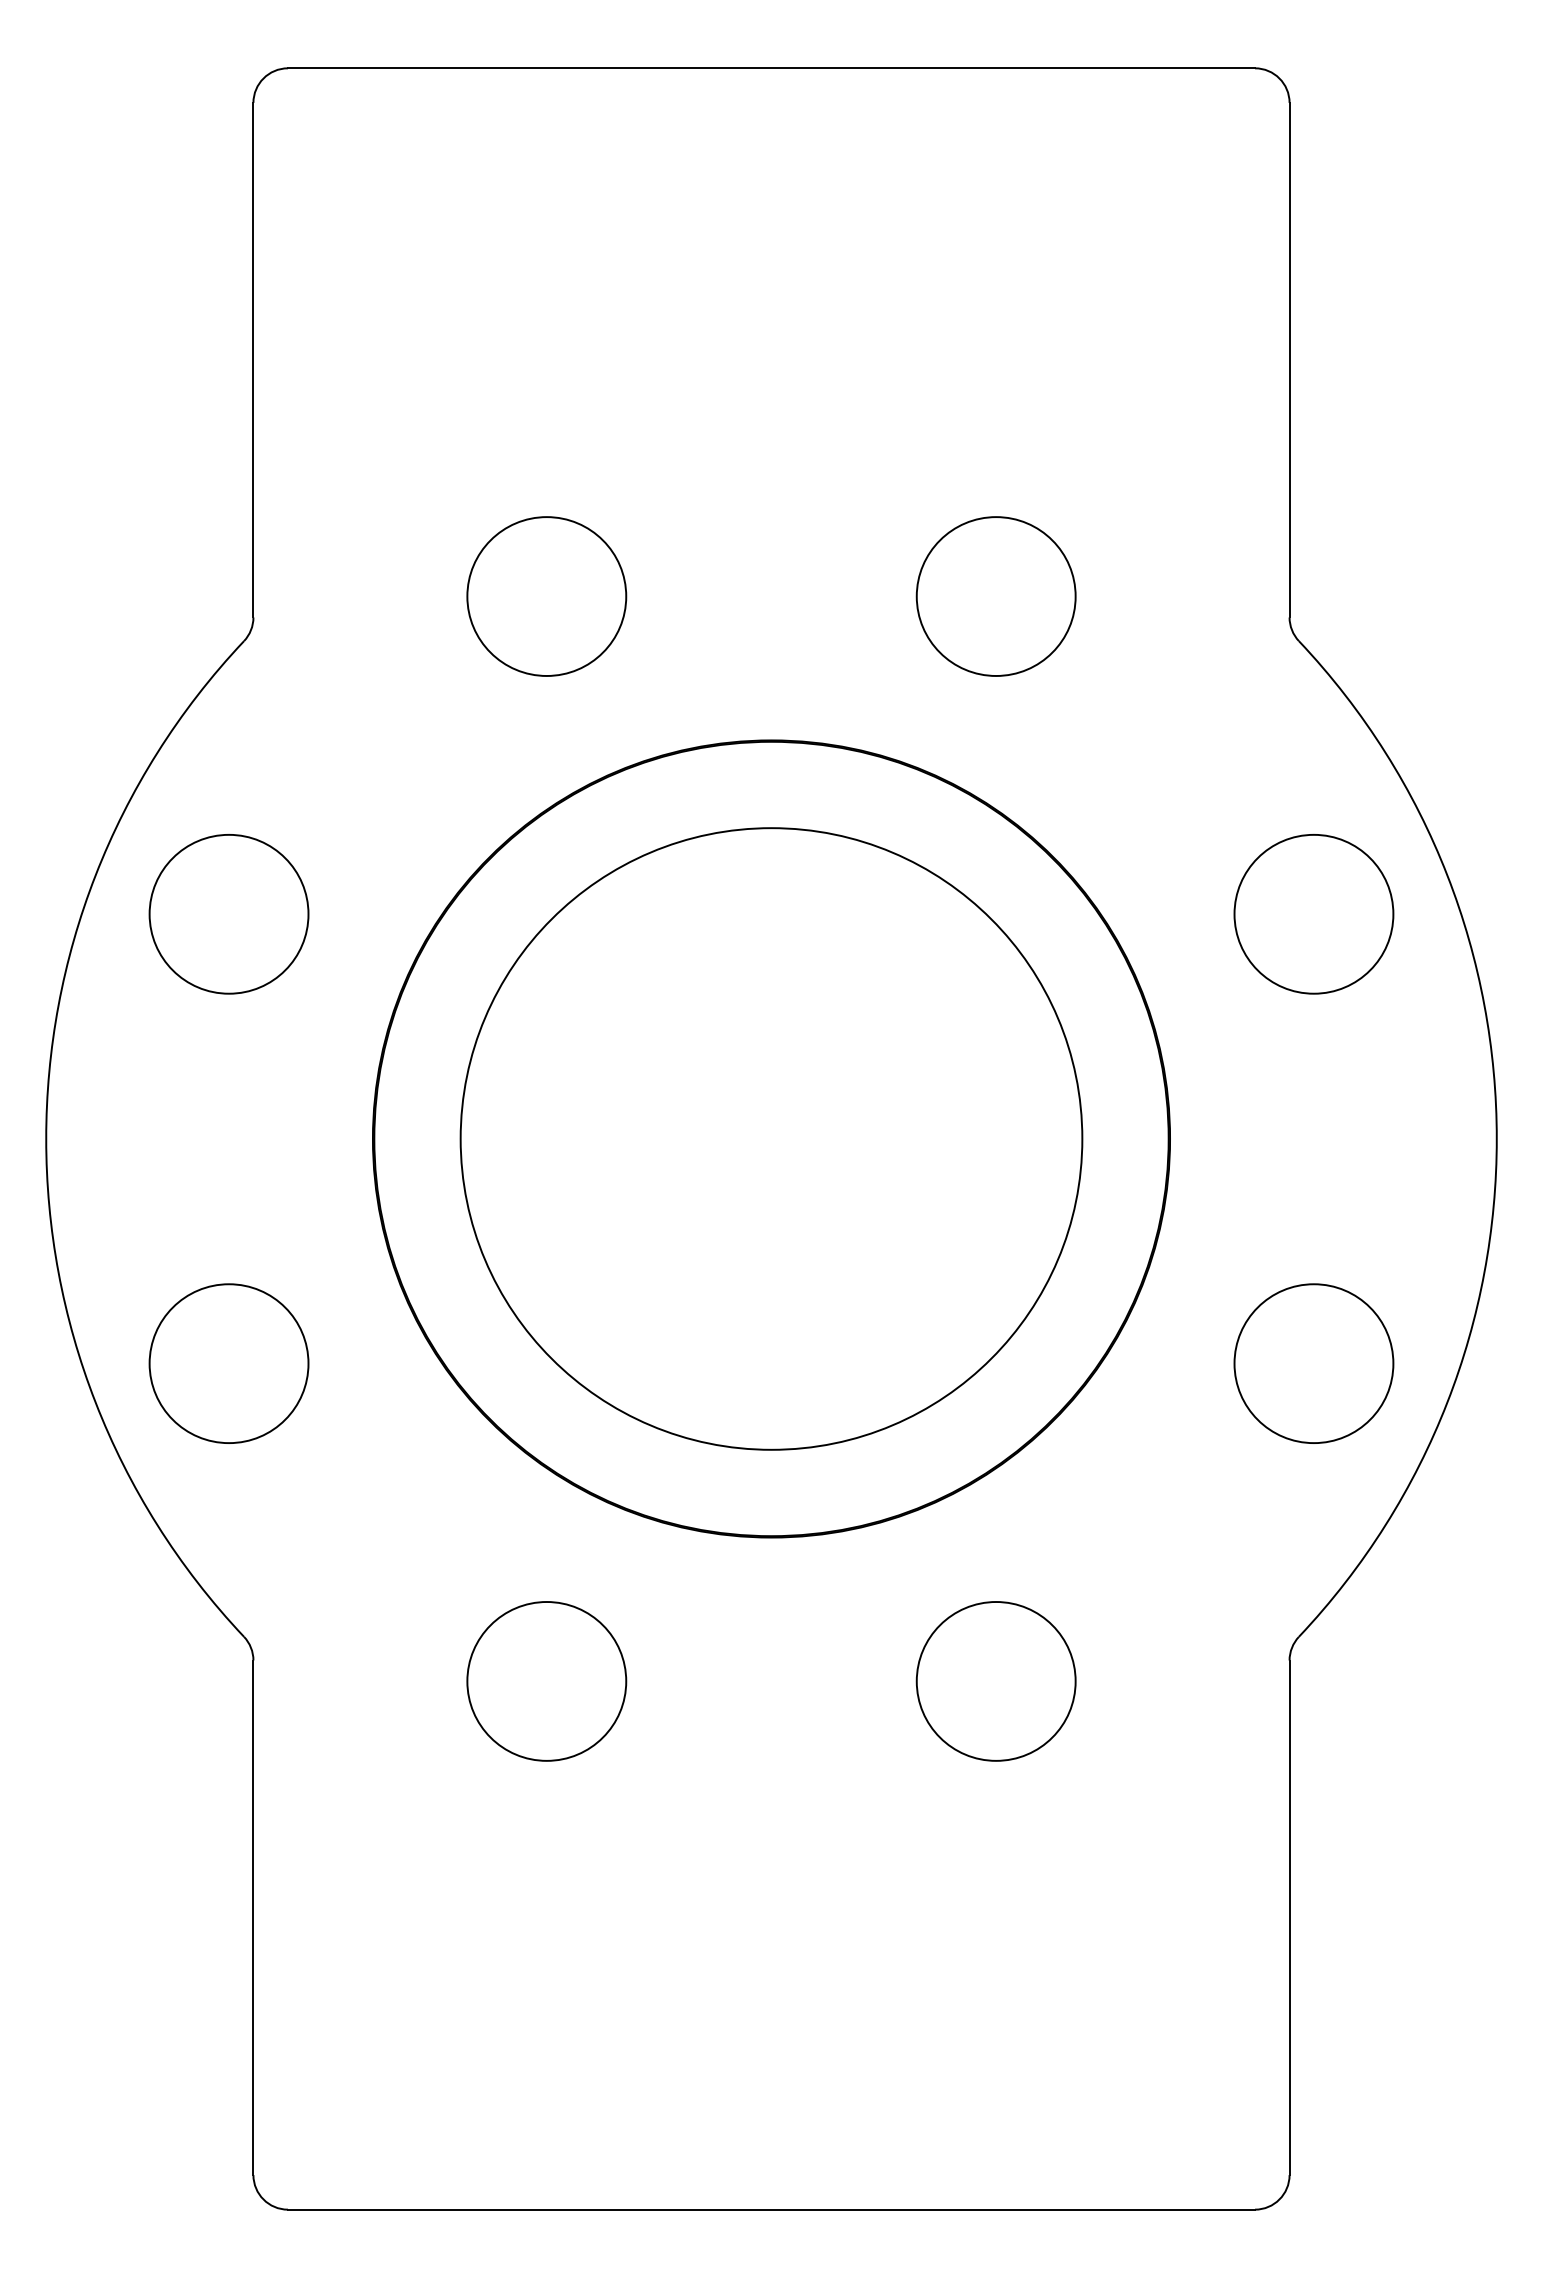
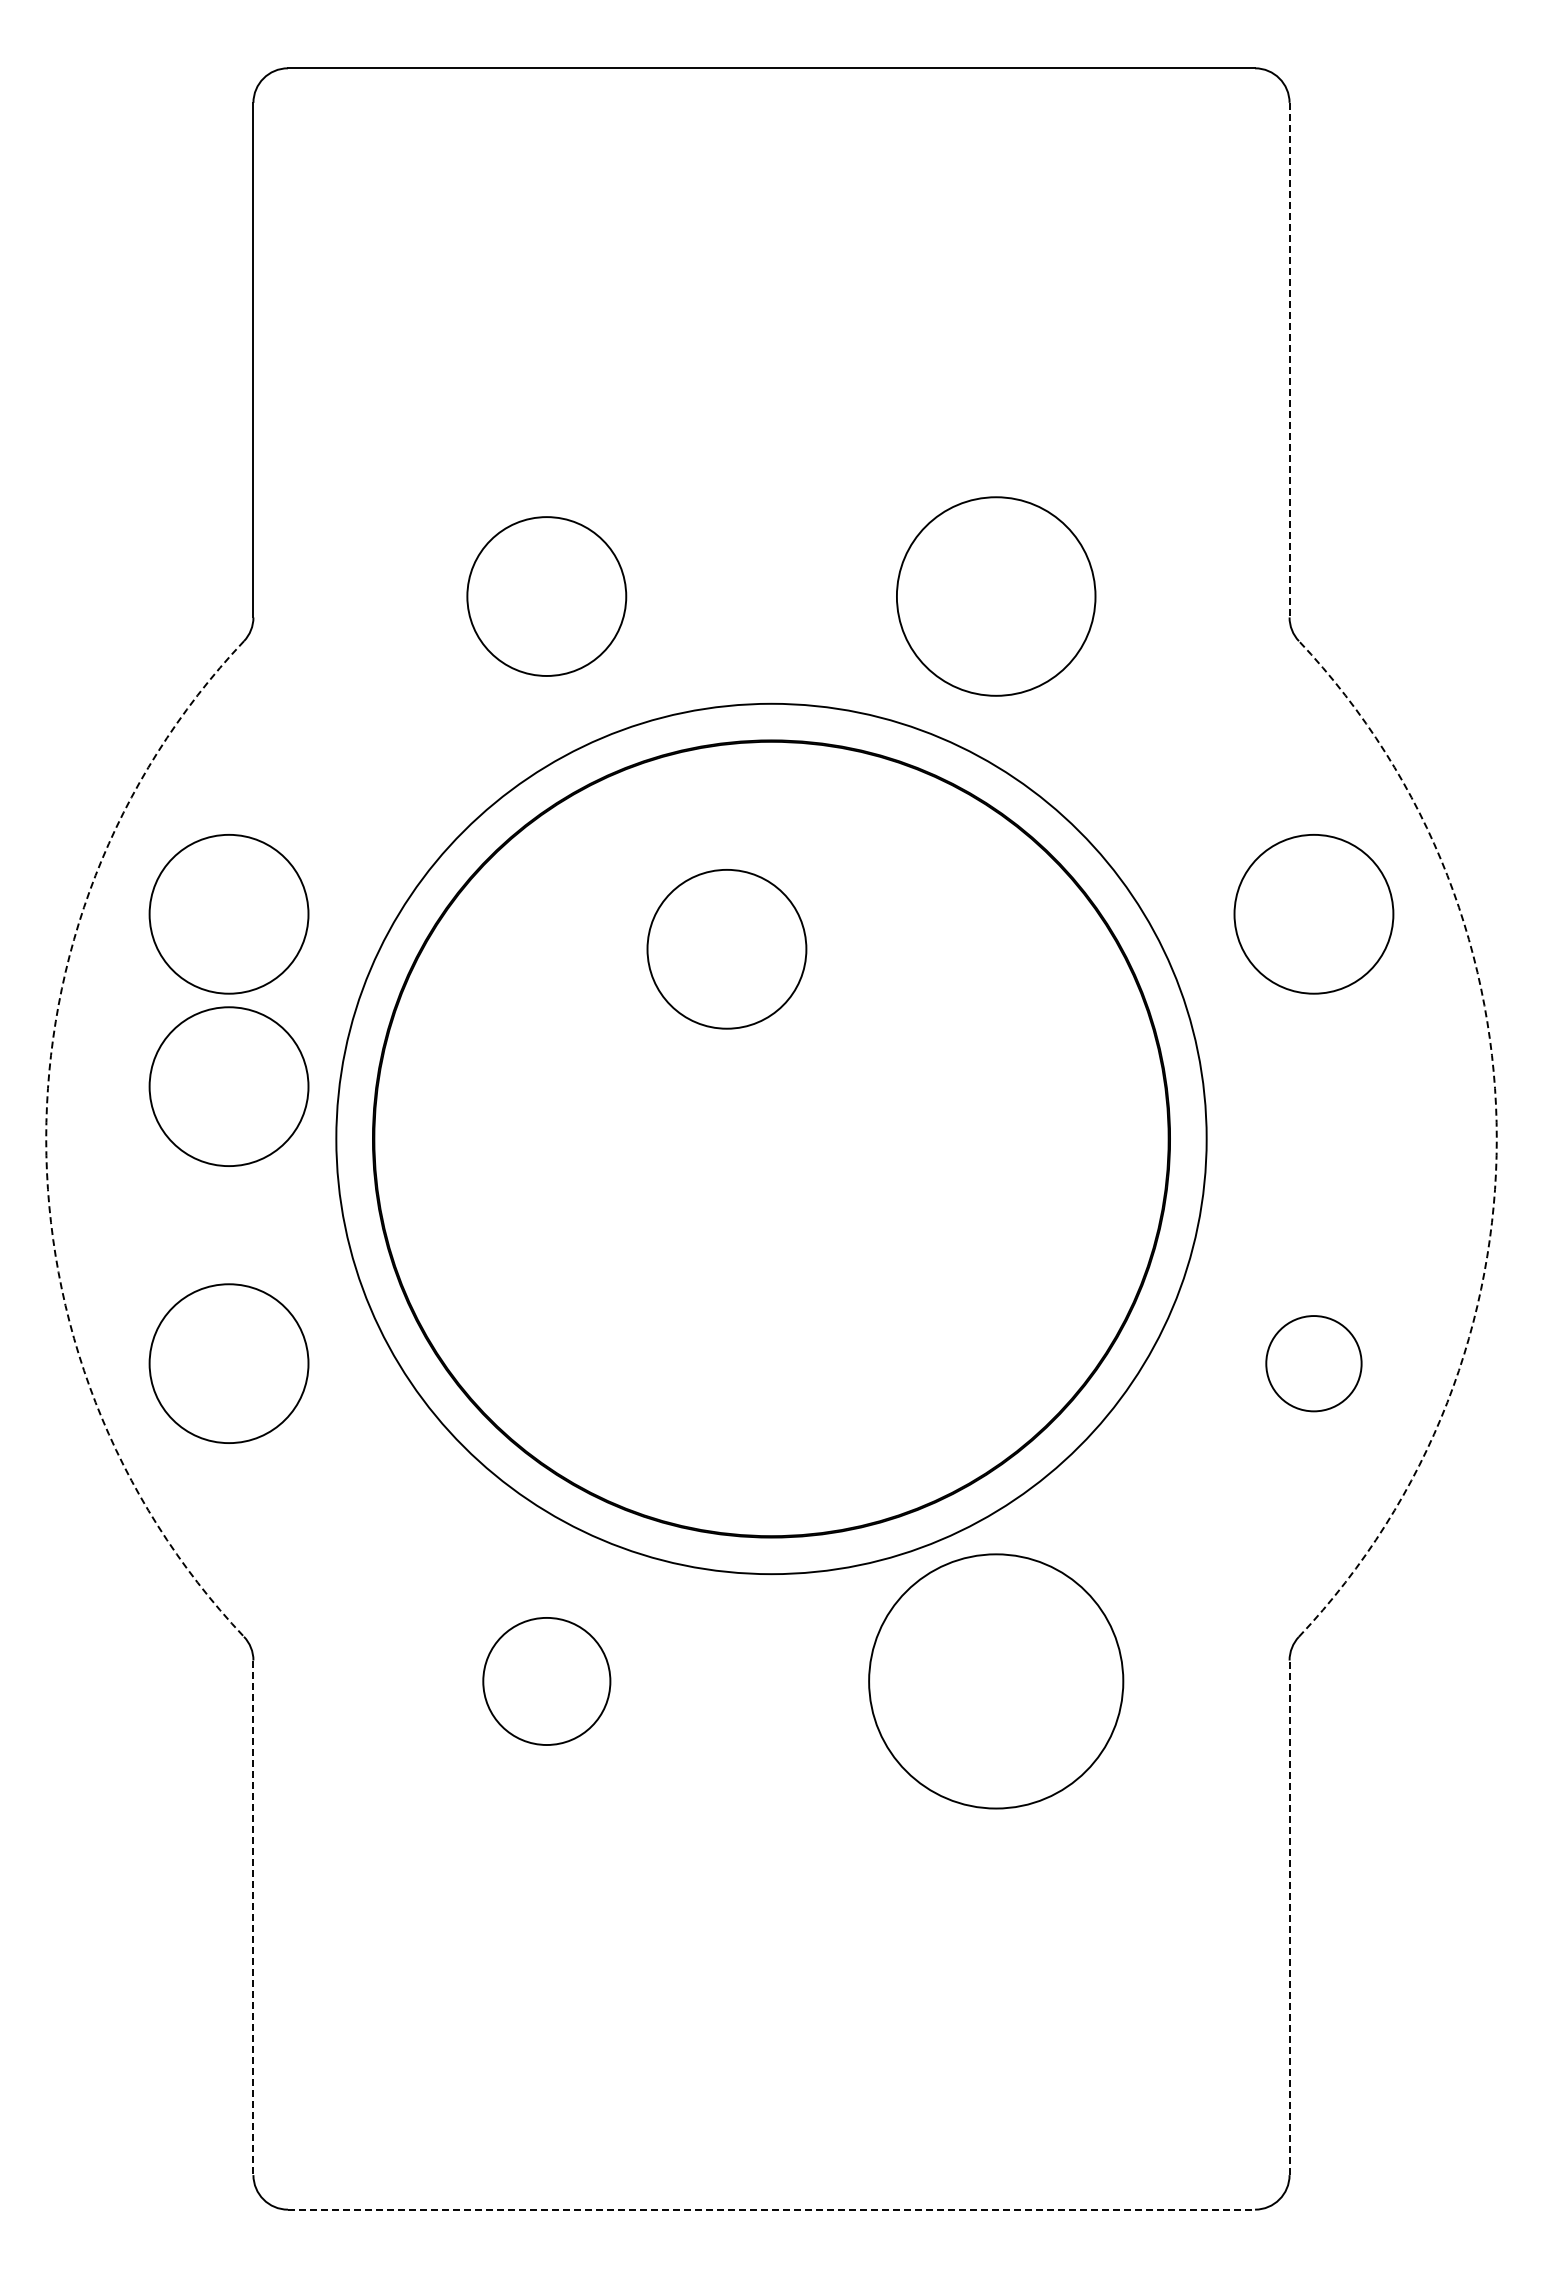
line at (1289, 360): solid -> dashed
circle at (995, 596) diameter: 159 px -> 199 px
circle at (726, 949): none -> present
circle at (228, 1086): none -> present
arc at (46, 1138): solid -> dashed
circle at (771, 1138) diameter: 622 px -> 870 px
arc at (1496, 1138): solid -> dashed
circle at (1313, 1363) diameter: 159 px -> 95 px
circle at (546, 1681) size: 162x161 px -> 130x129 px
circle at (995, 1681) diameter: 159 px -> 254 px
line at (1289, 1917): solid -> dashed
line at (253, 1918): solid -> dashed
line at (771, 2209): solid -> dashed
